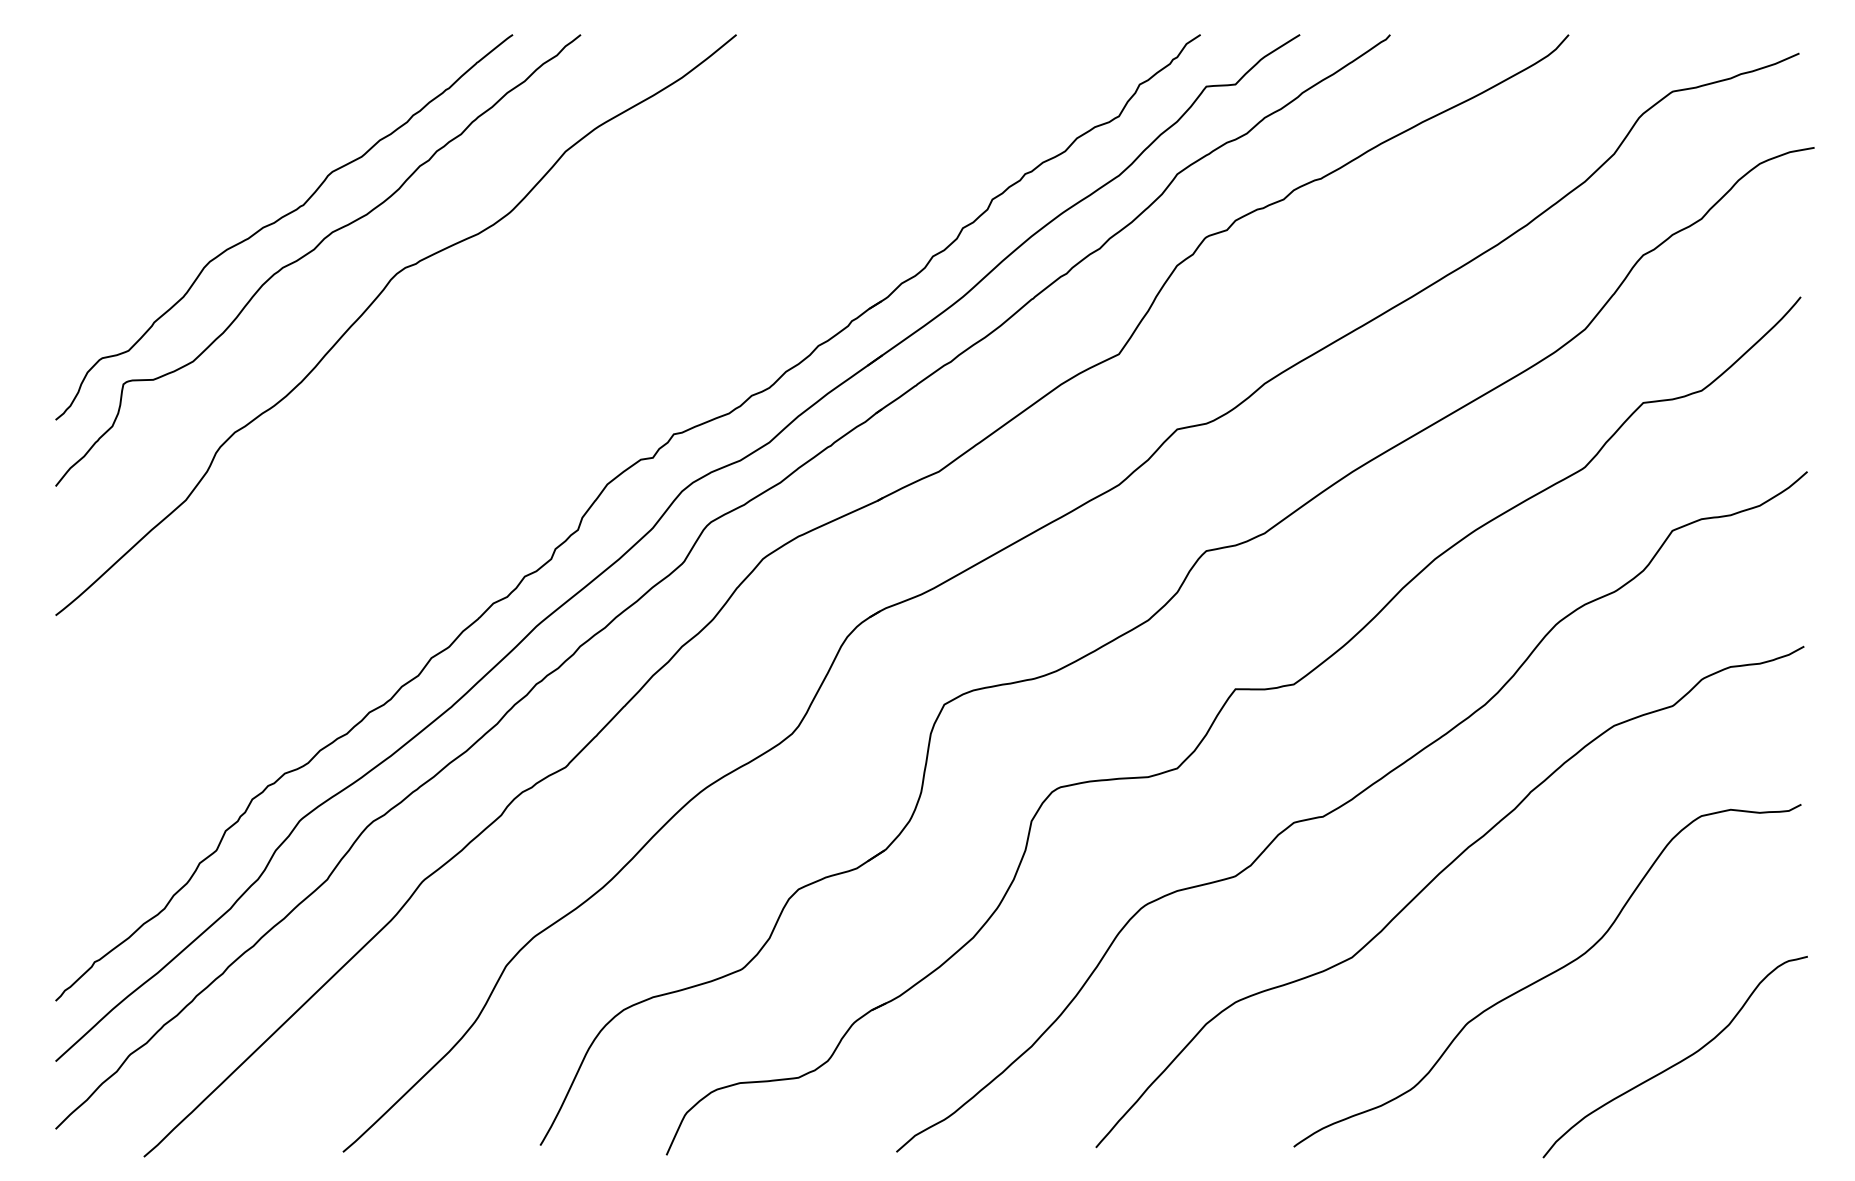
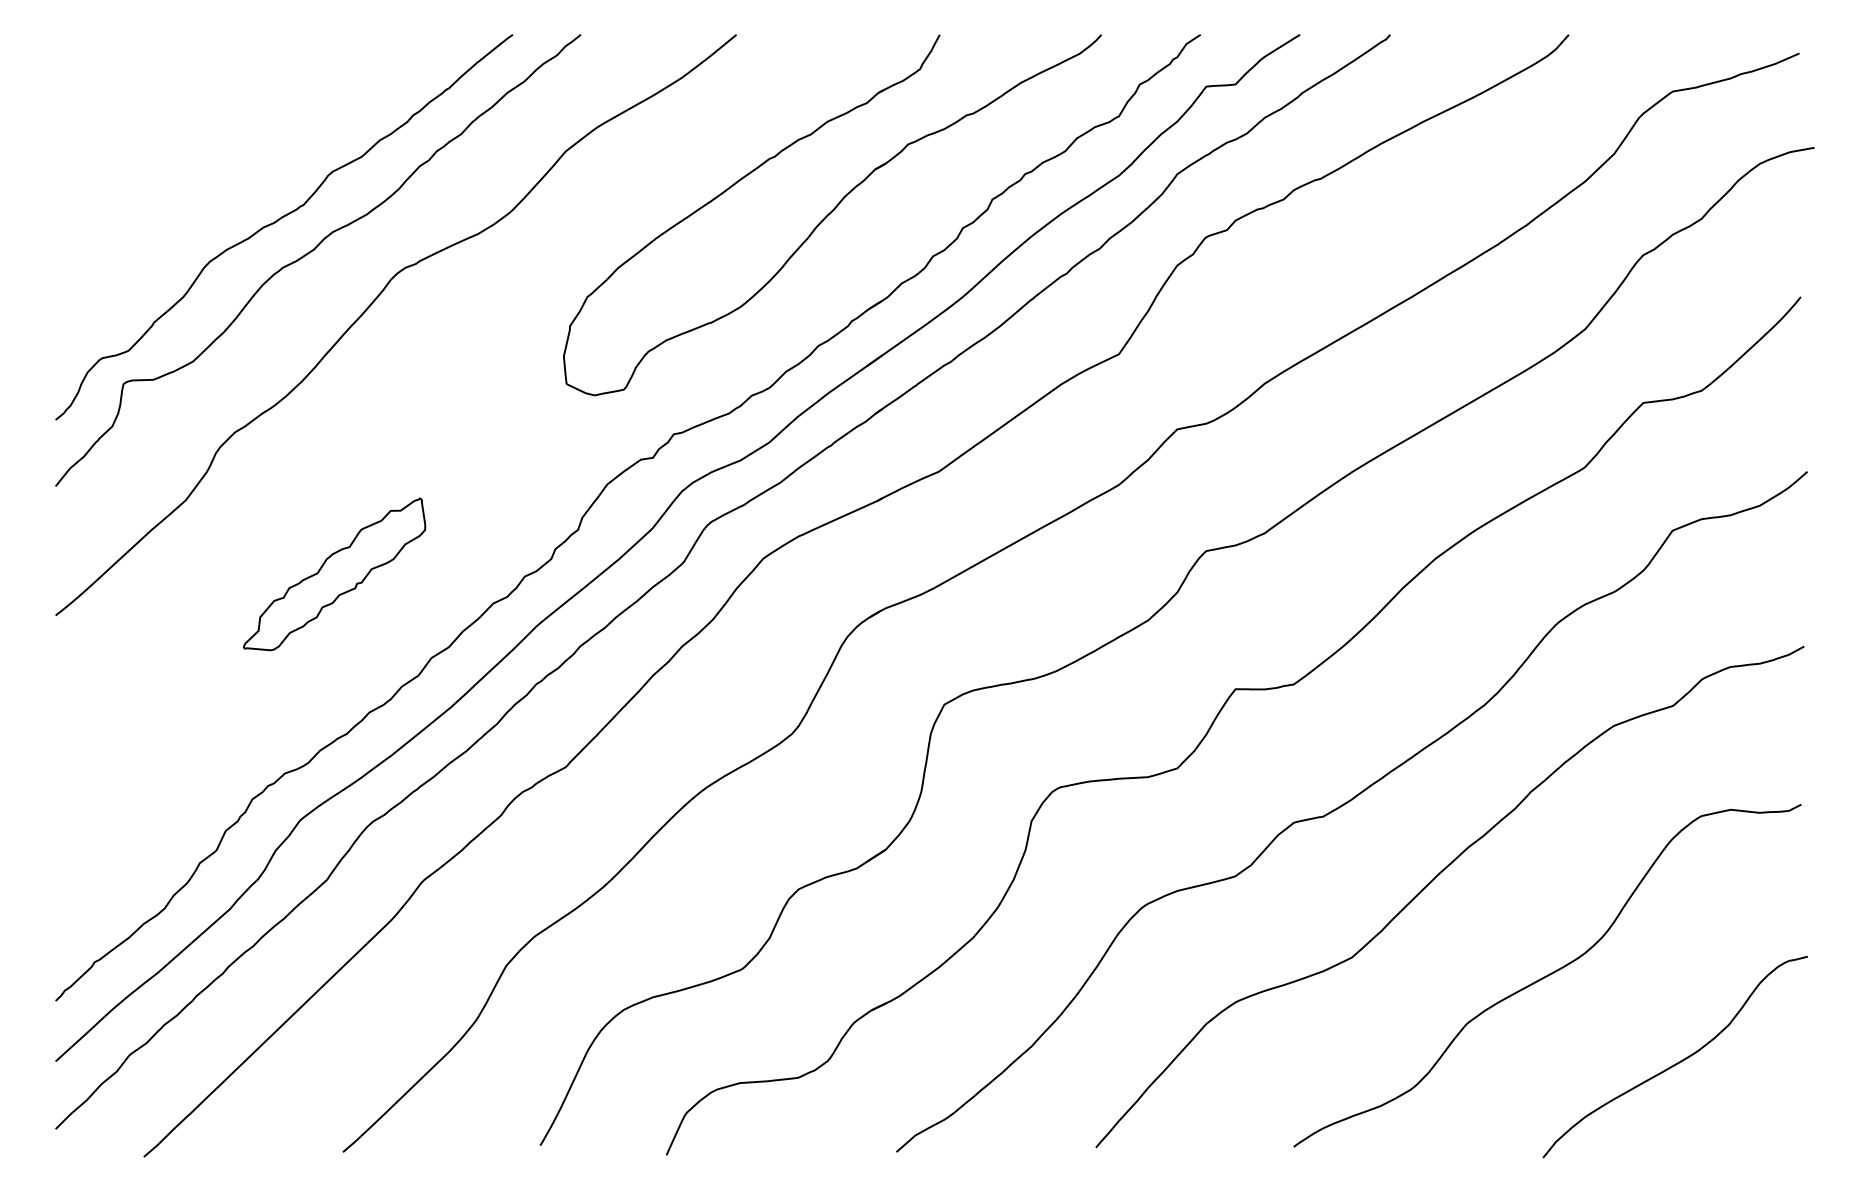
part at (832, 215): none -> present
part at (334, 574): none -> present
